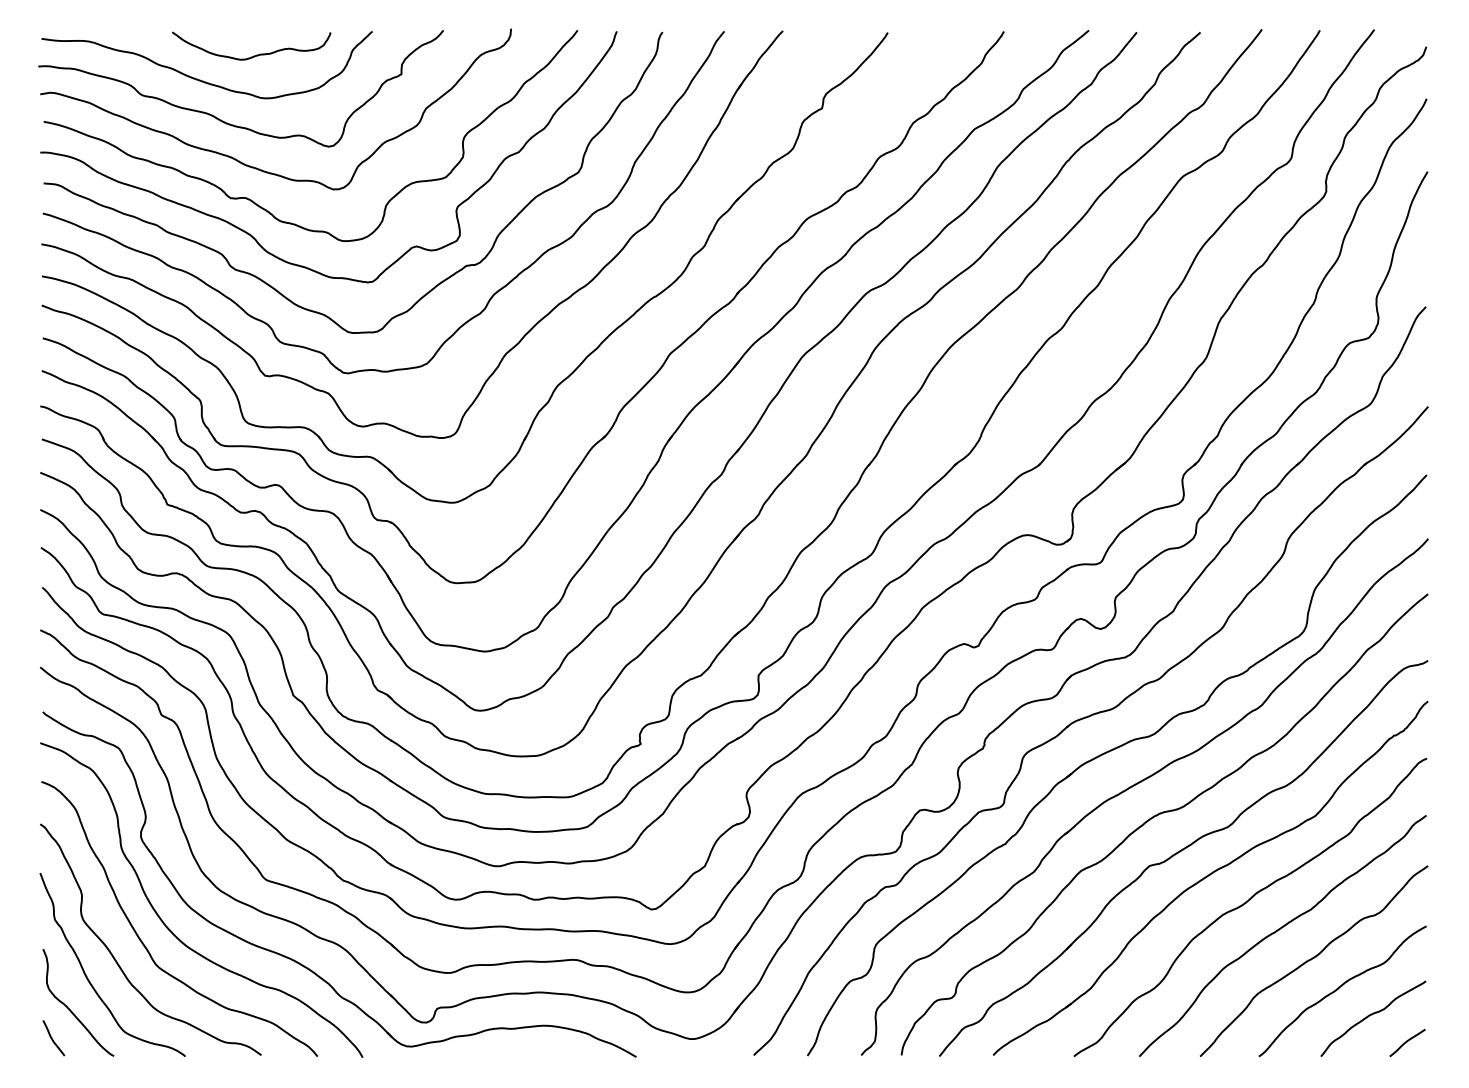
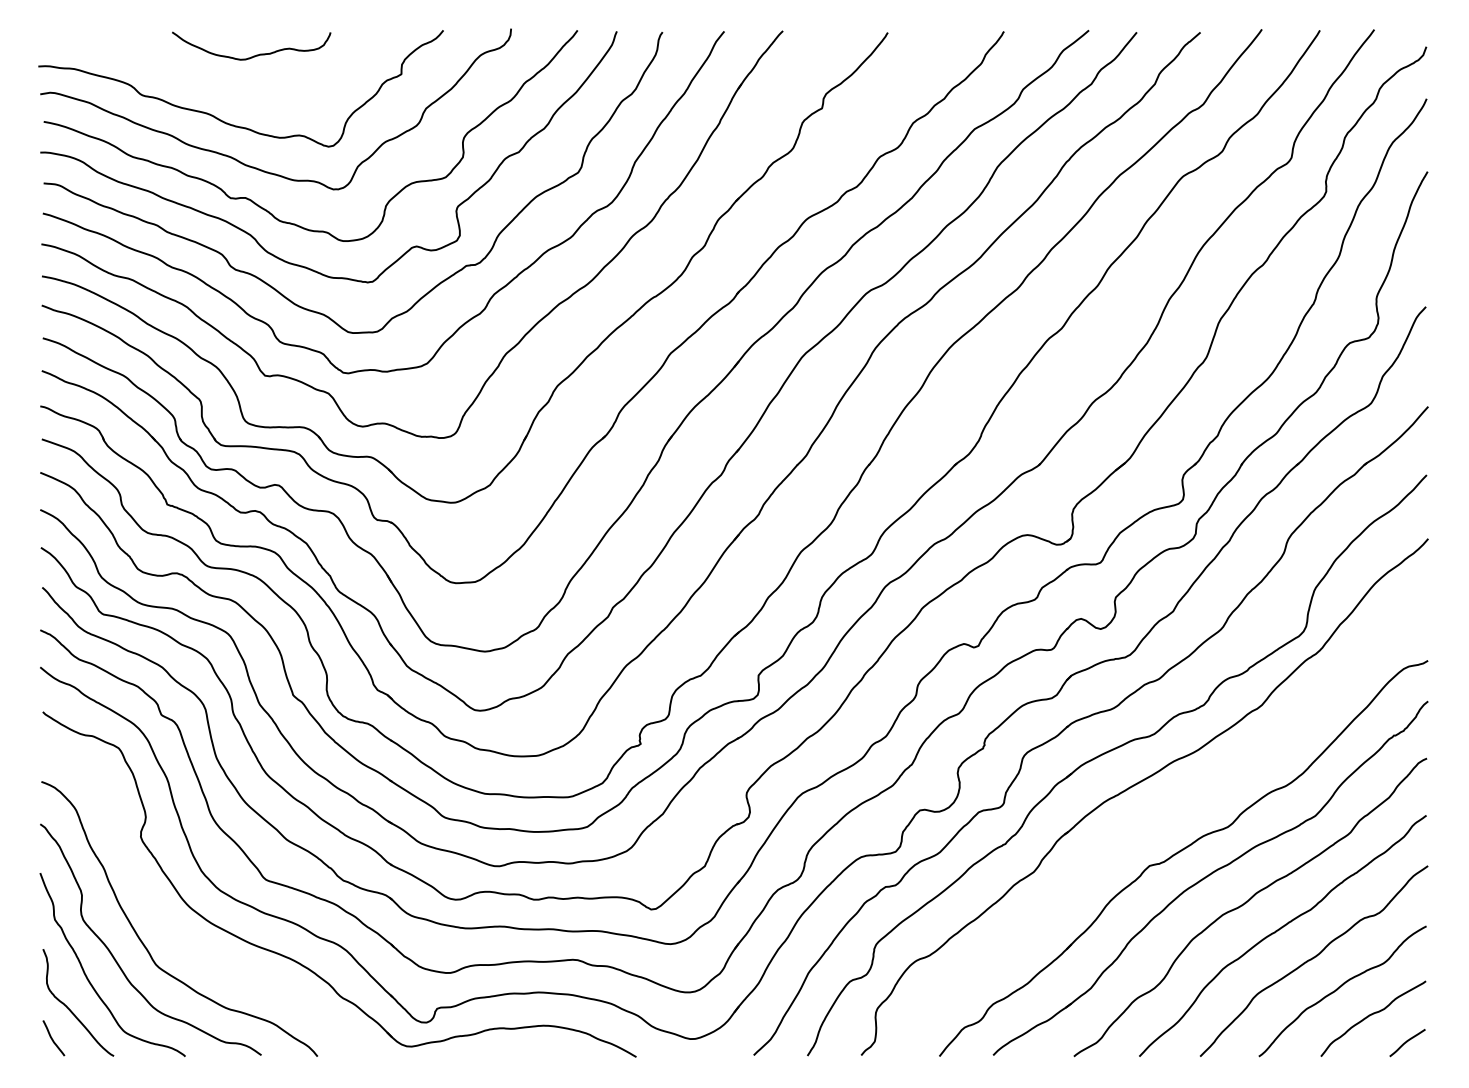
curve at (200, 79): present -> none
part at (1161, 814): present -> none
curve at (170, 929): present -> none
